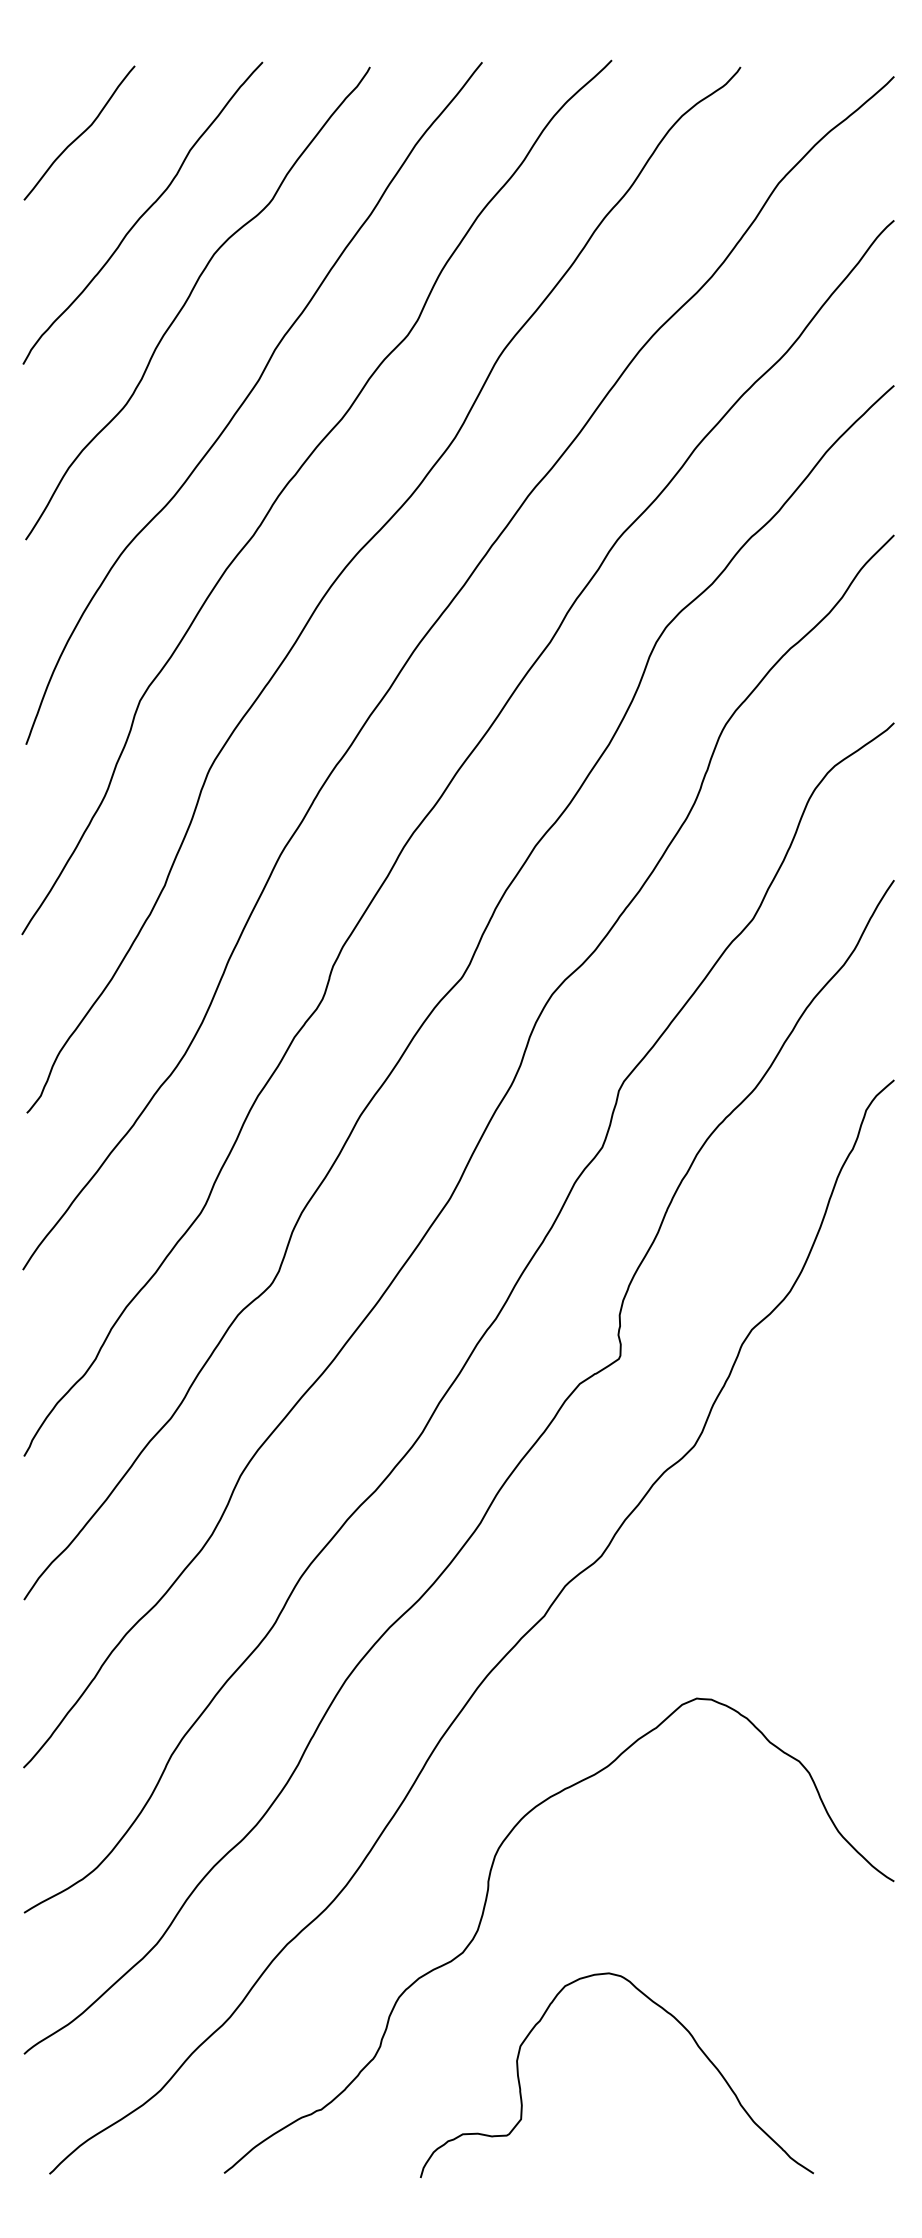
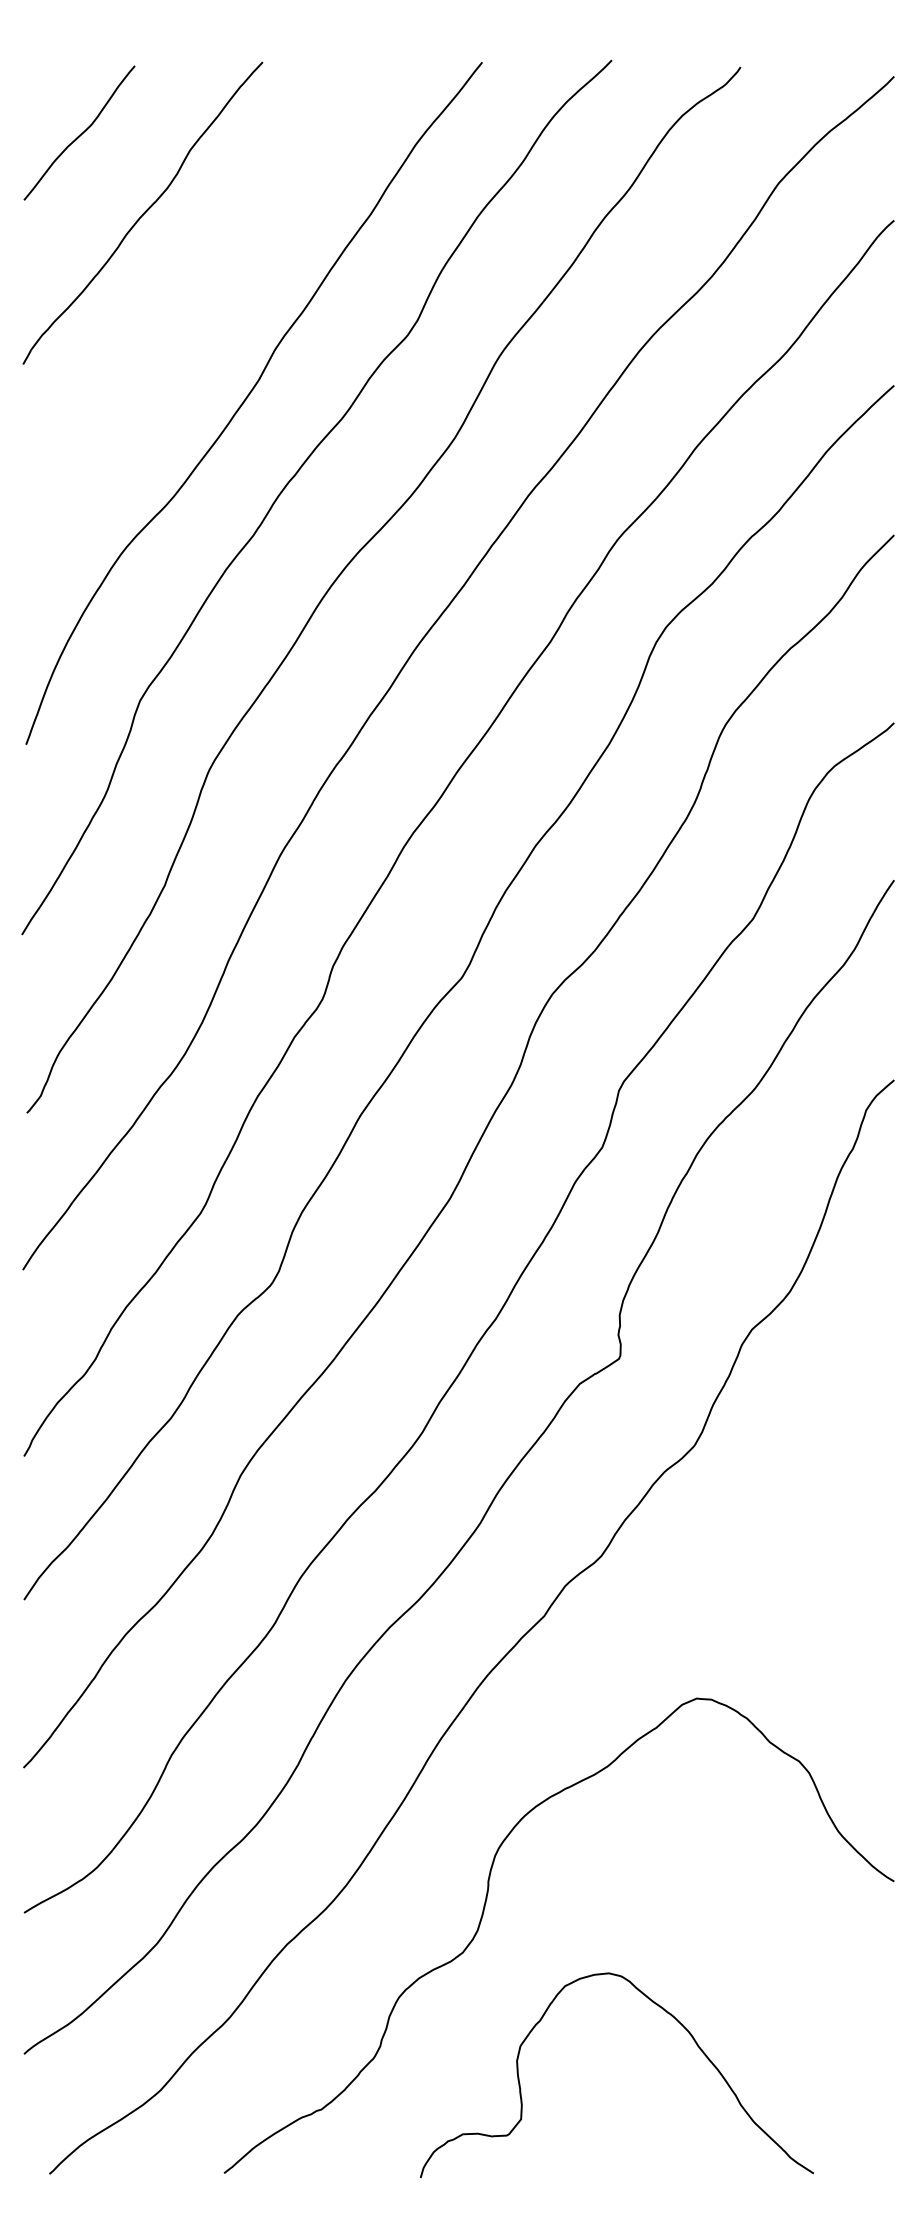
curve at (189, 298): present -> none
